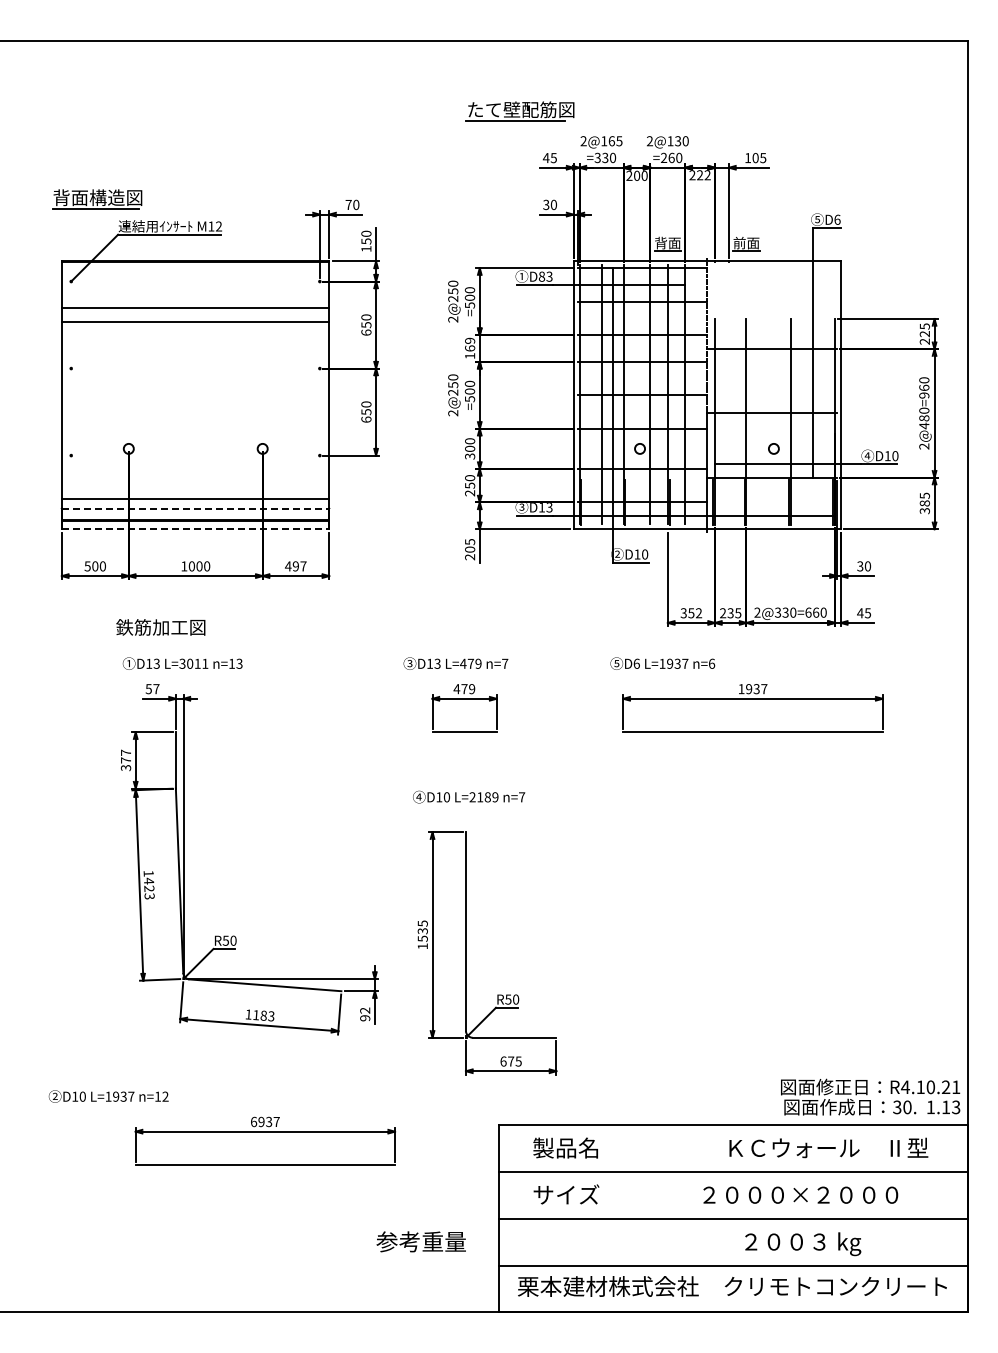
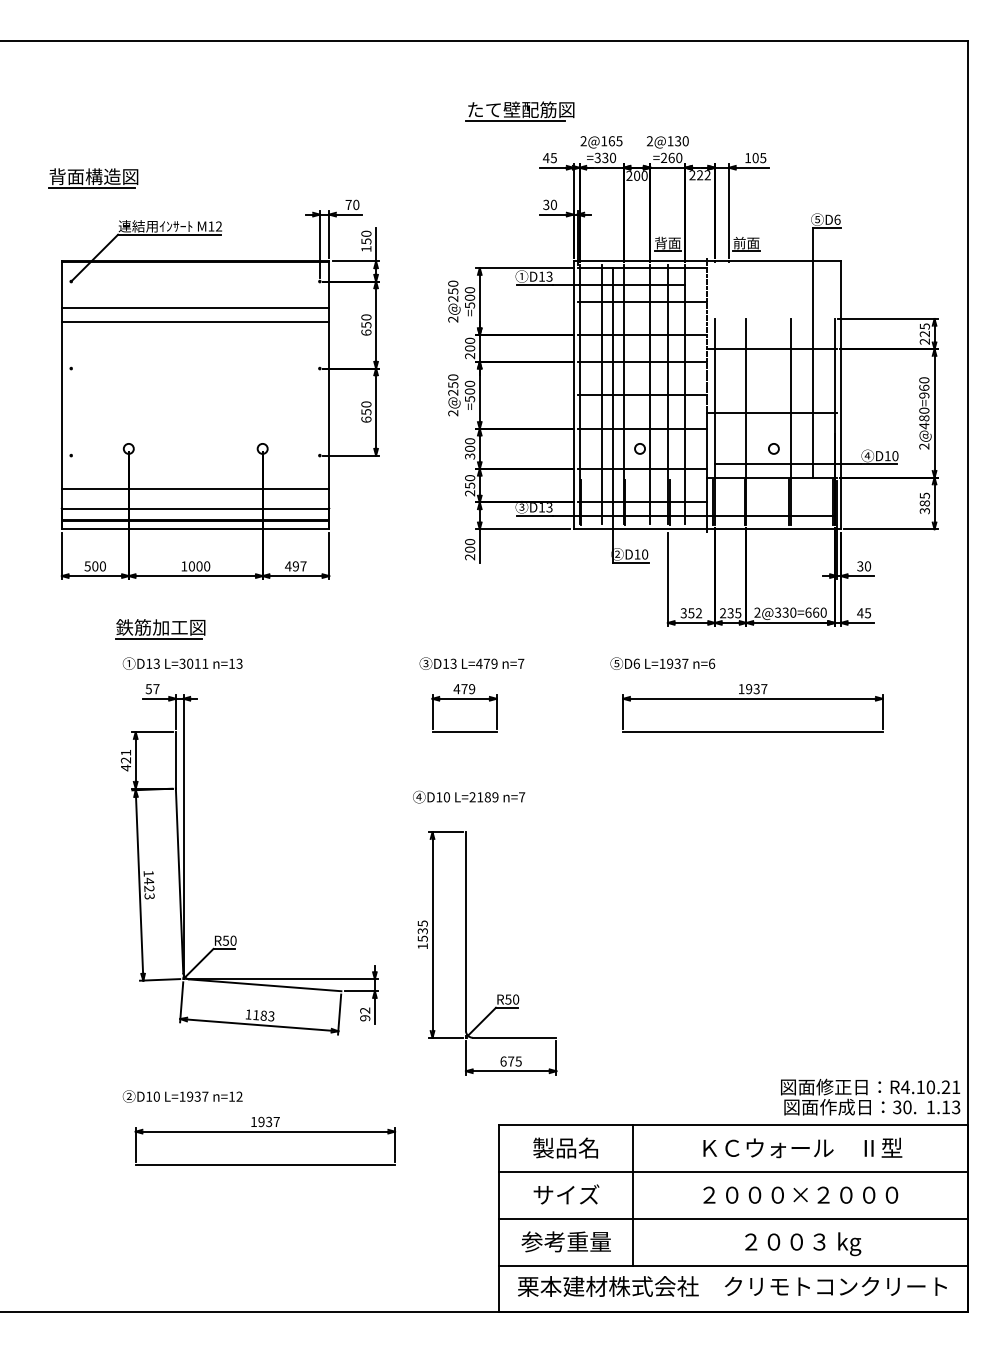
part at (97, 199) position: (97, 199) -> (93, 178)
text at (541, 276): D83 -> D13
text at (470, 348): 169 -> 200
line at (195, 499) position: (195, 499) -> (195, 489)
line at (196, 509): dashed -> solid
line at (195, 529): dashed -> solid
text at (470, 542): 205 -> 200
line at (158, 638): none -> present
text at (455, 663) position: (455, 663) -> (471, 663)
text at (125, 760): 377 -> 421
text at (108, 1096) position: (108, 1096) -> (182, 1096)
text at (254, 1121): 6937 -> 1937
text at (828, 1147) position: (828, 1147) -> (802, 1147)
line at (633, 1194): none -> present
text at (420, 1241) position: (420, 1241) -> (565, 1241)
